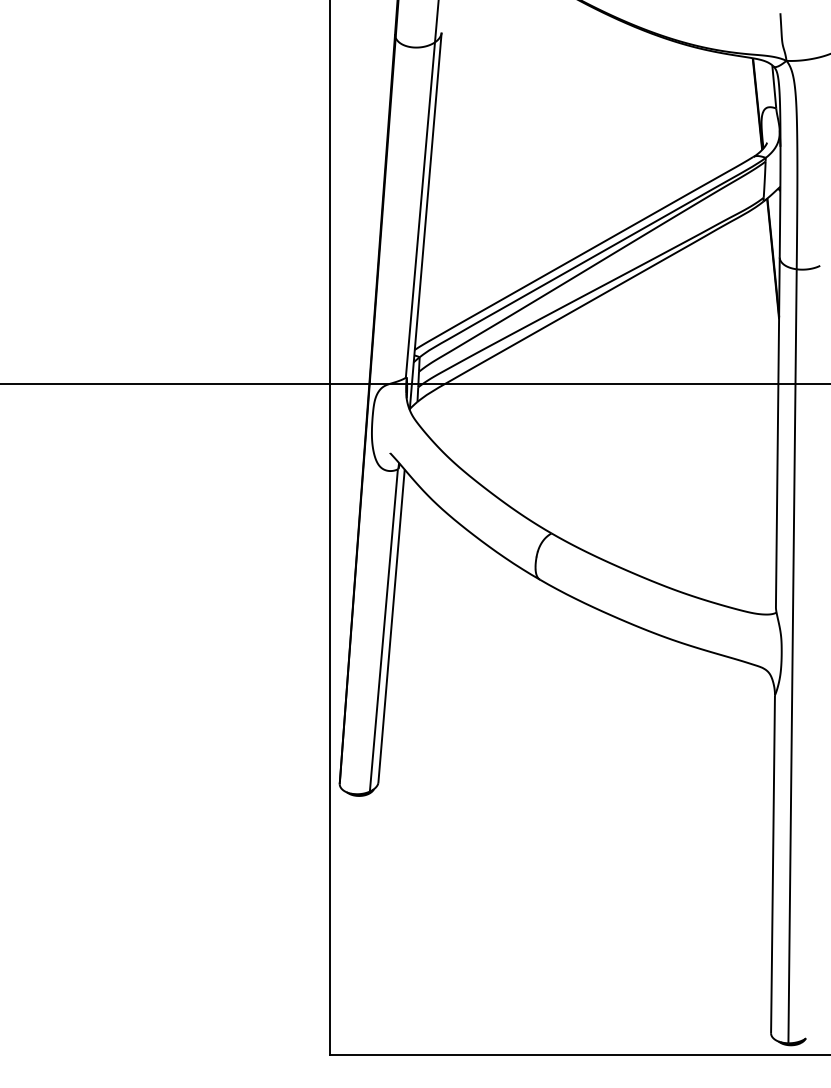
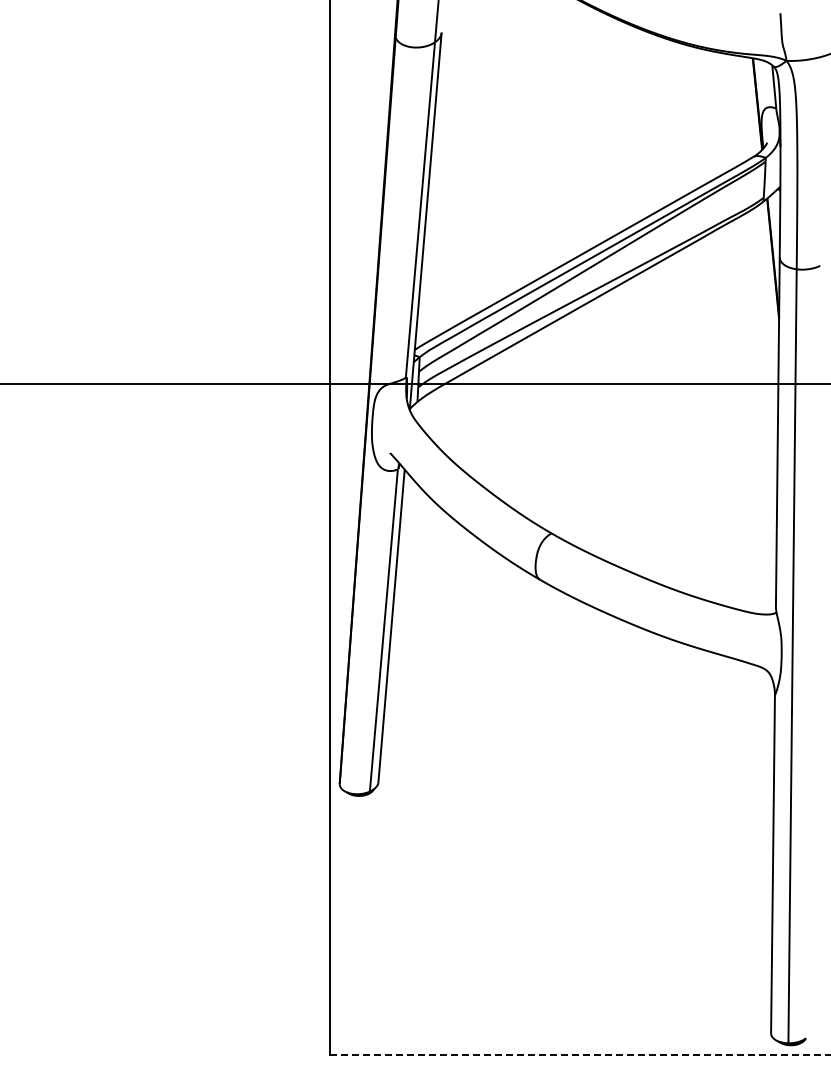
line at (580, 1055): solid -> dashed
